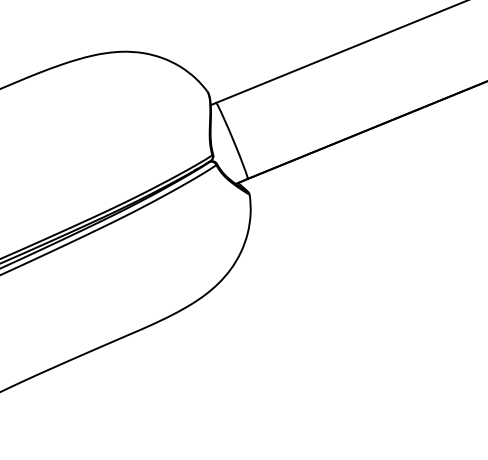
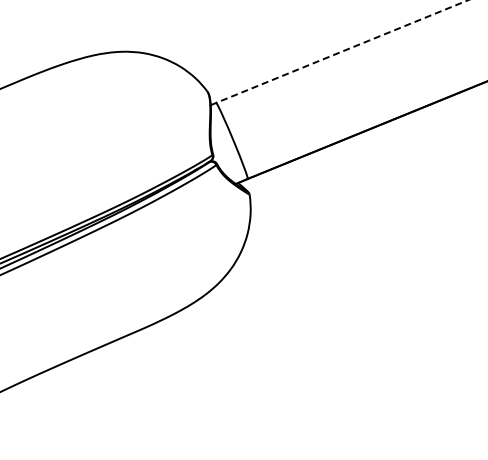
line at (342, 51): solid -> dashed
